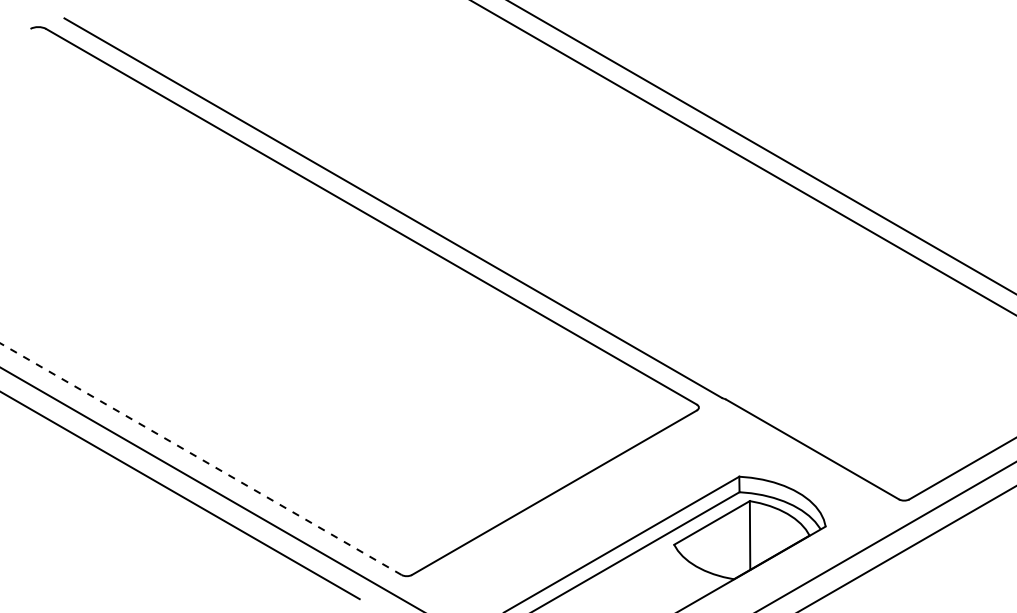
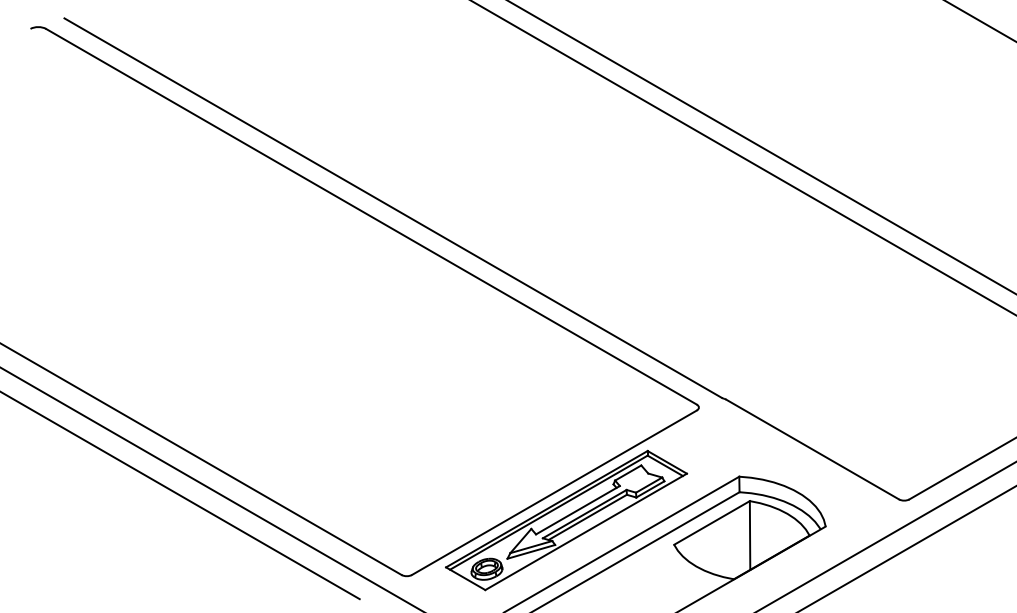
line at (980, 21): none -> present
line at (200, 459): dashed -> solid
part at (566, 520): none -> present
